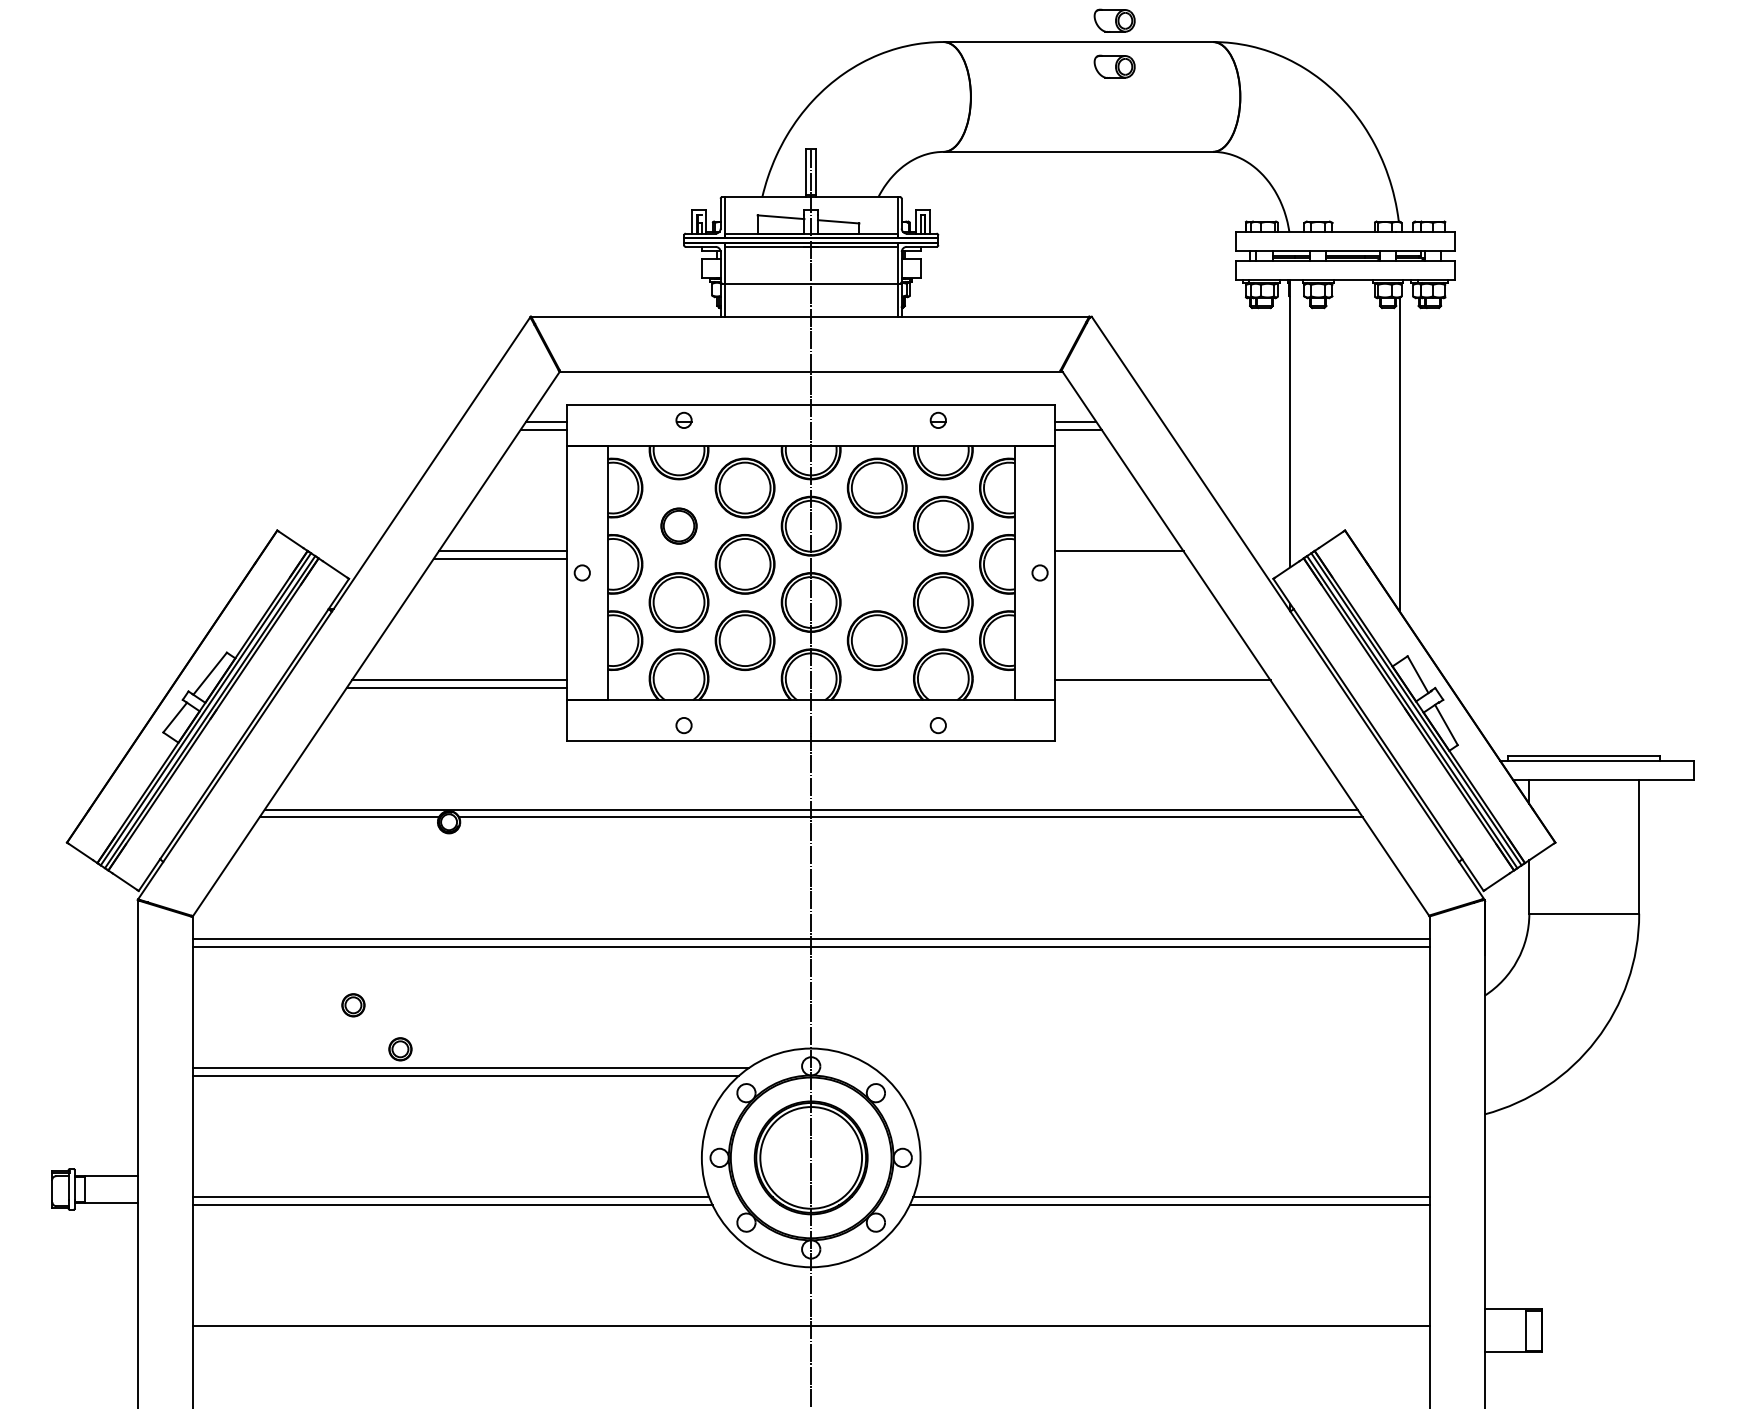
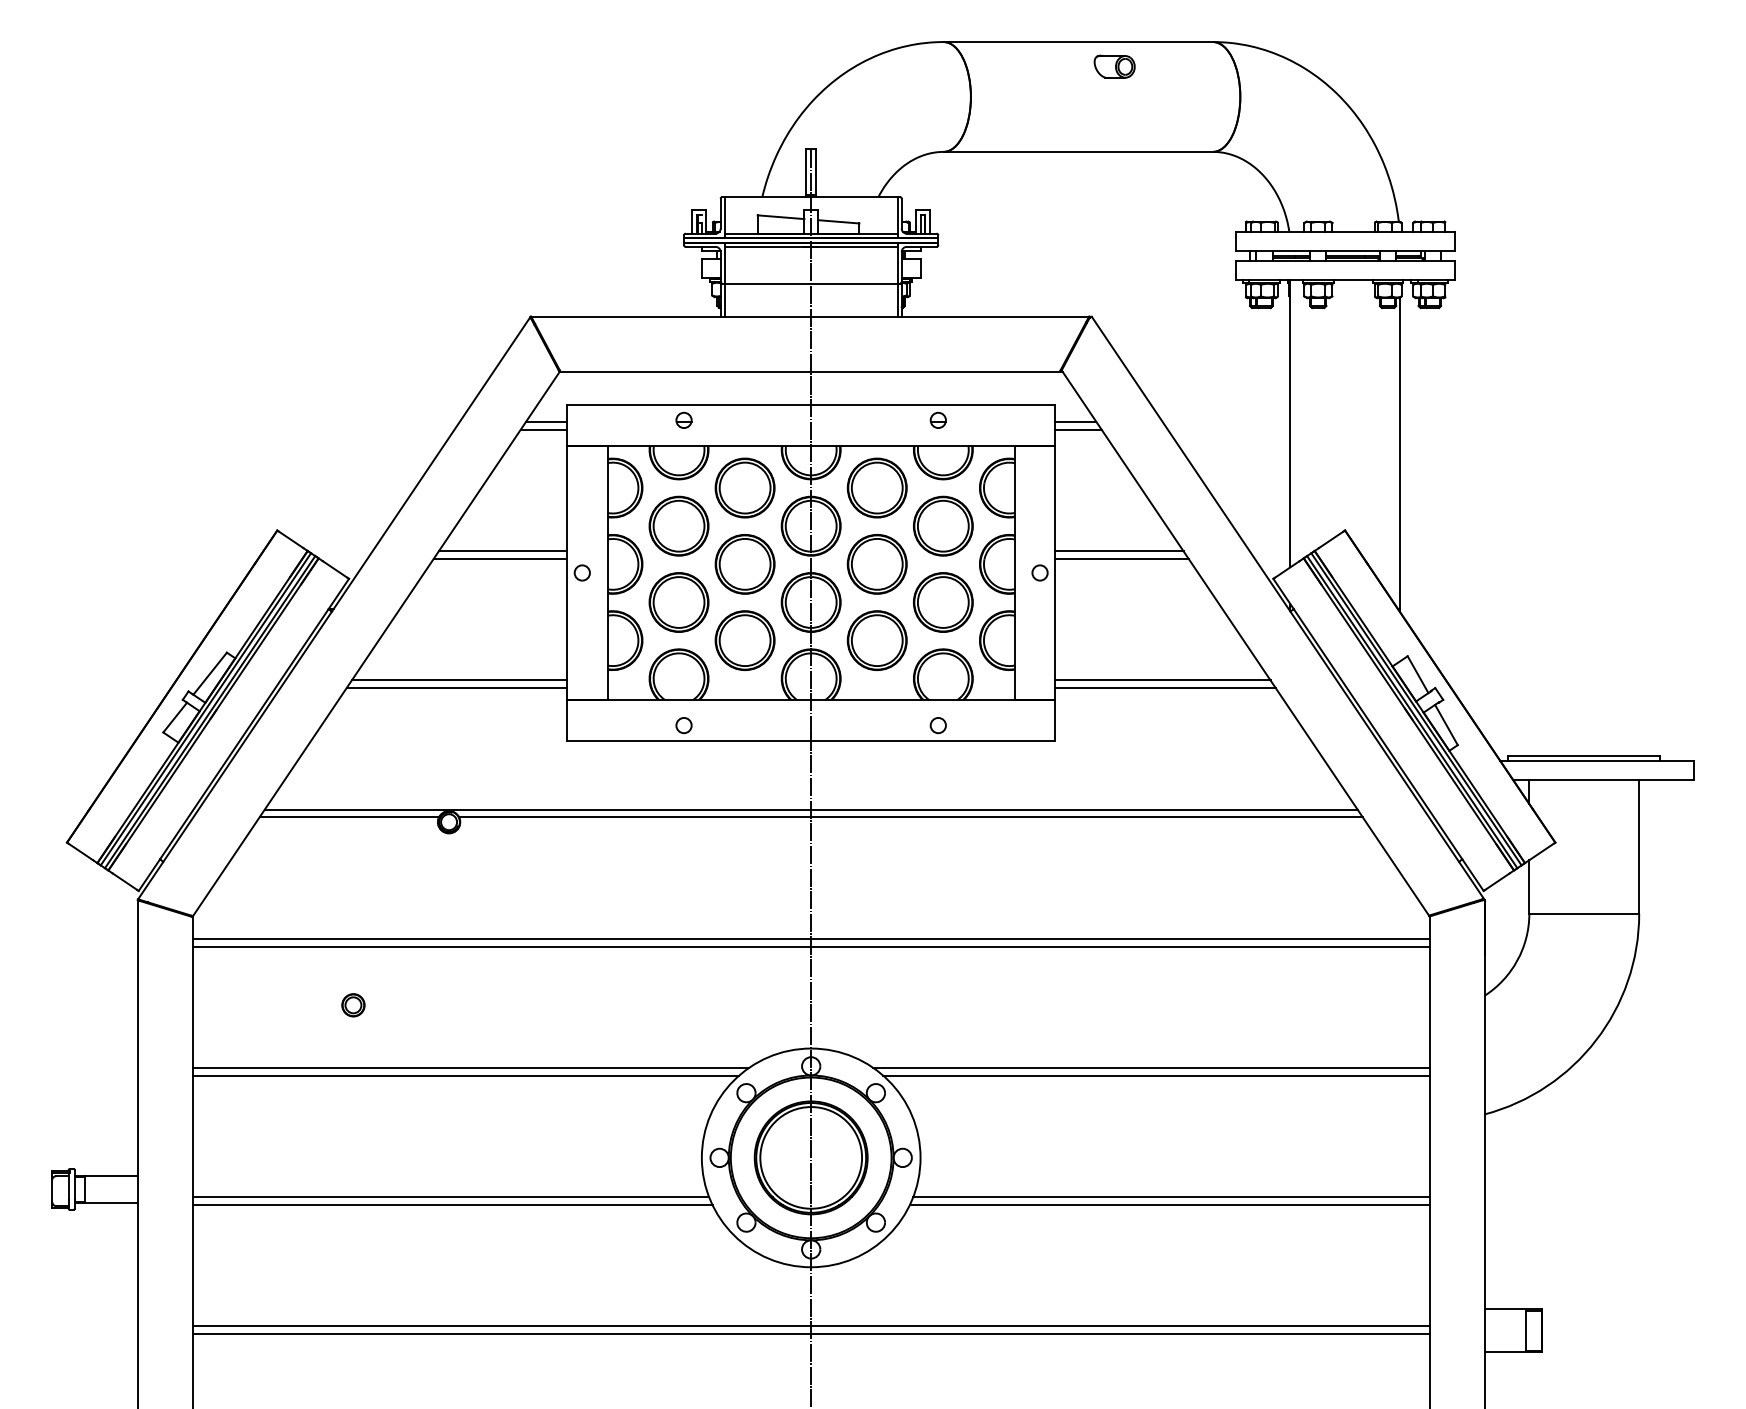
part at (1114, 20): present -> none
part at (678, 525) size: 38x38 px -> 62x62 px
line at (1121, 559): none -> present
part at (876, 564): none -> present
line at (1165, 688): none -> present
part at (400, 1049): present -> none
line at (1151, 1067): none -> present
line at (1156, 1075): none -> present
line at (810, 1334): none -> present
